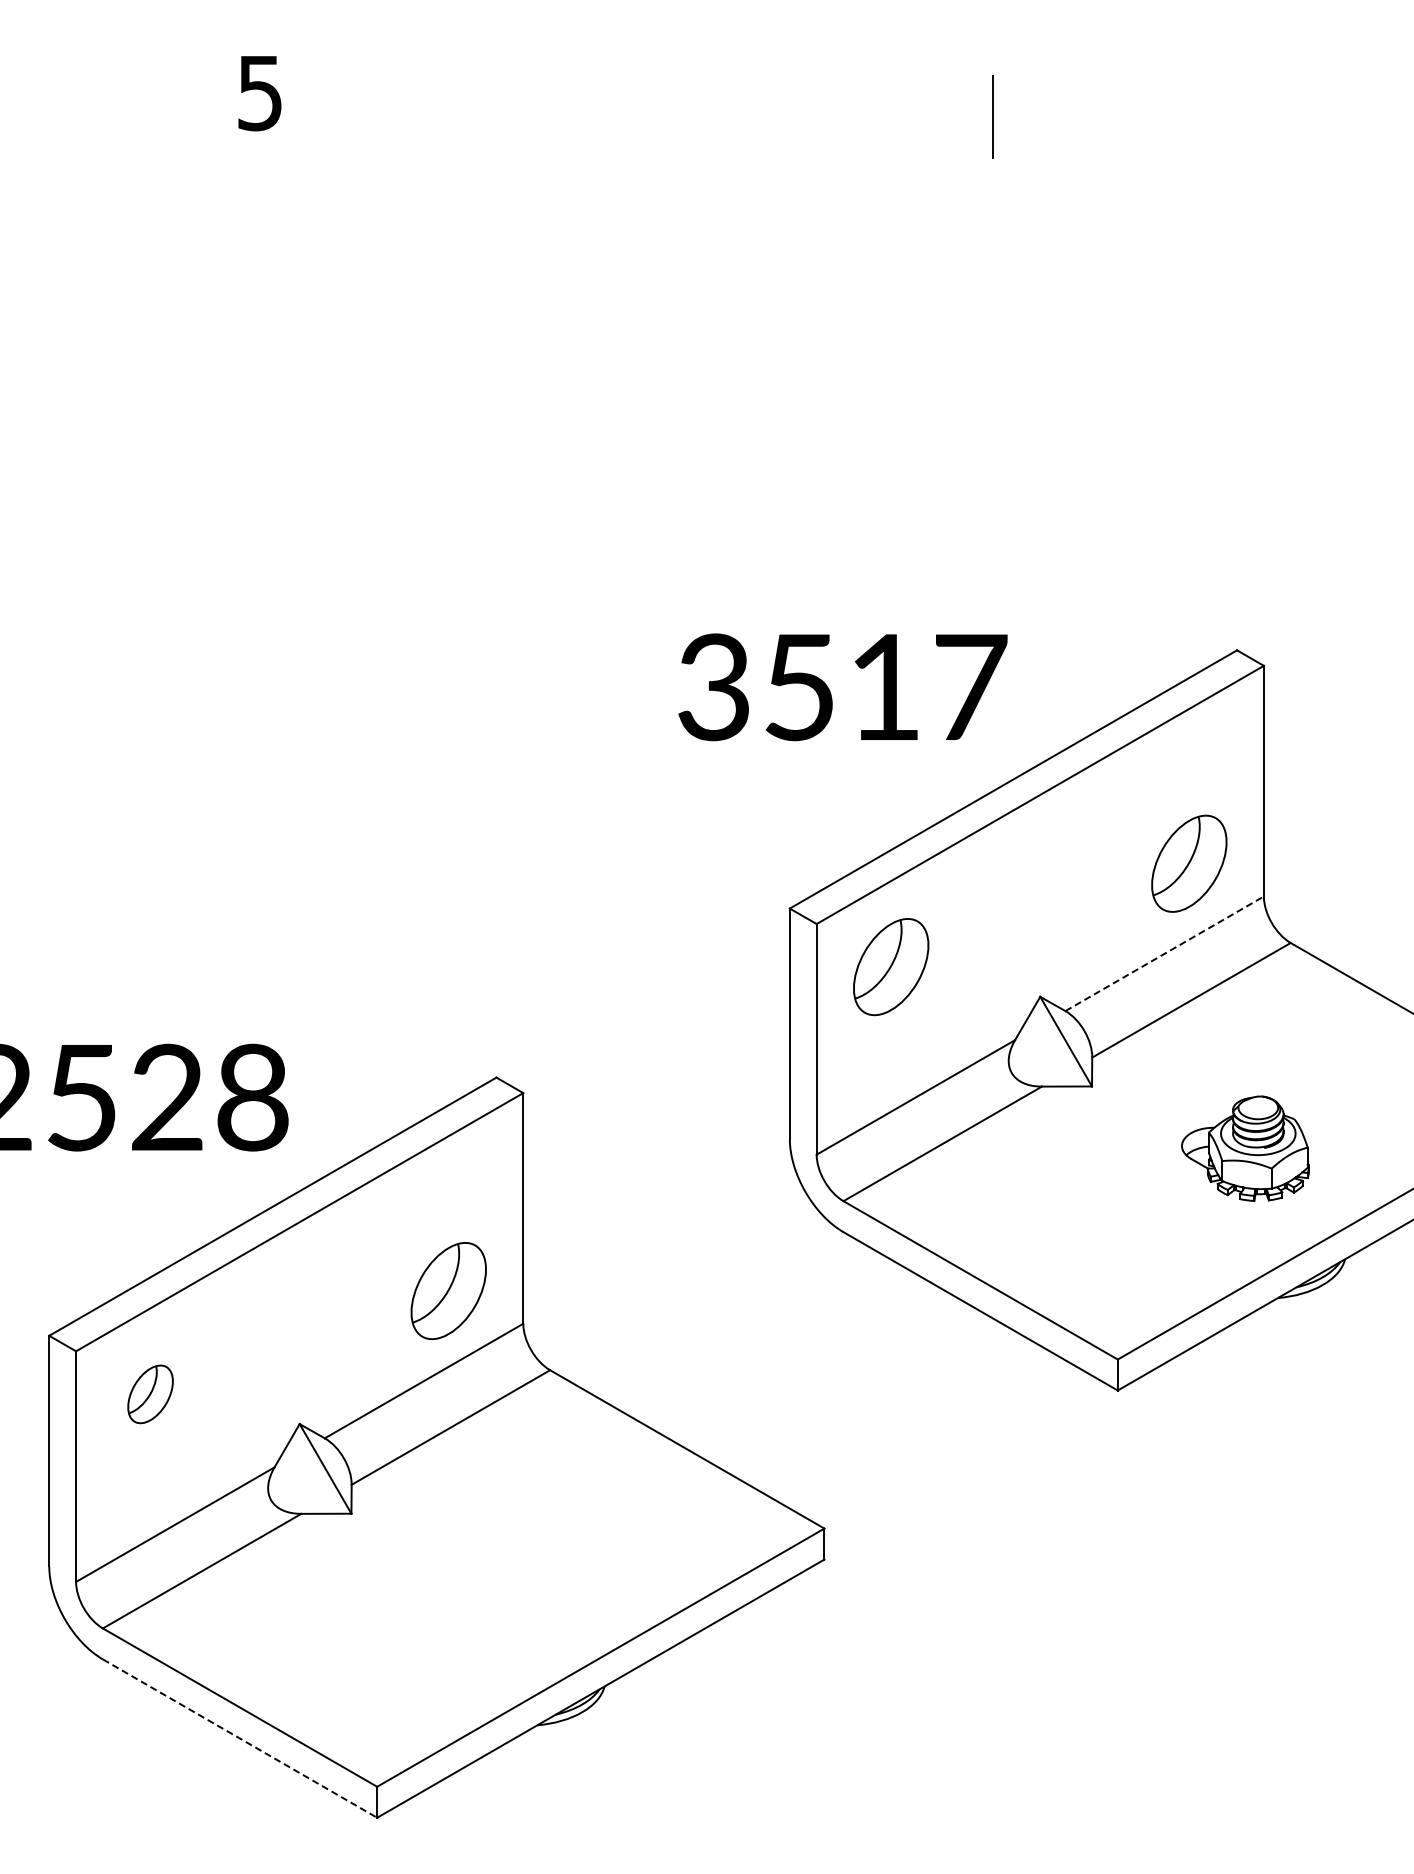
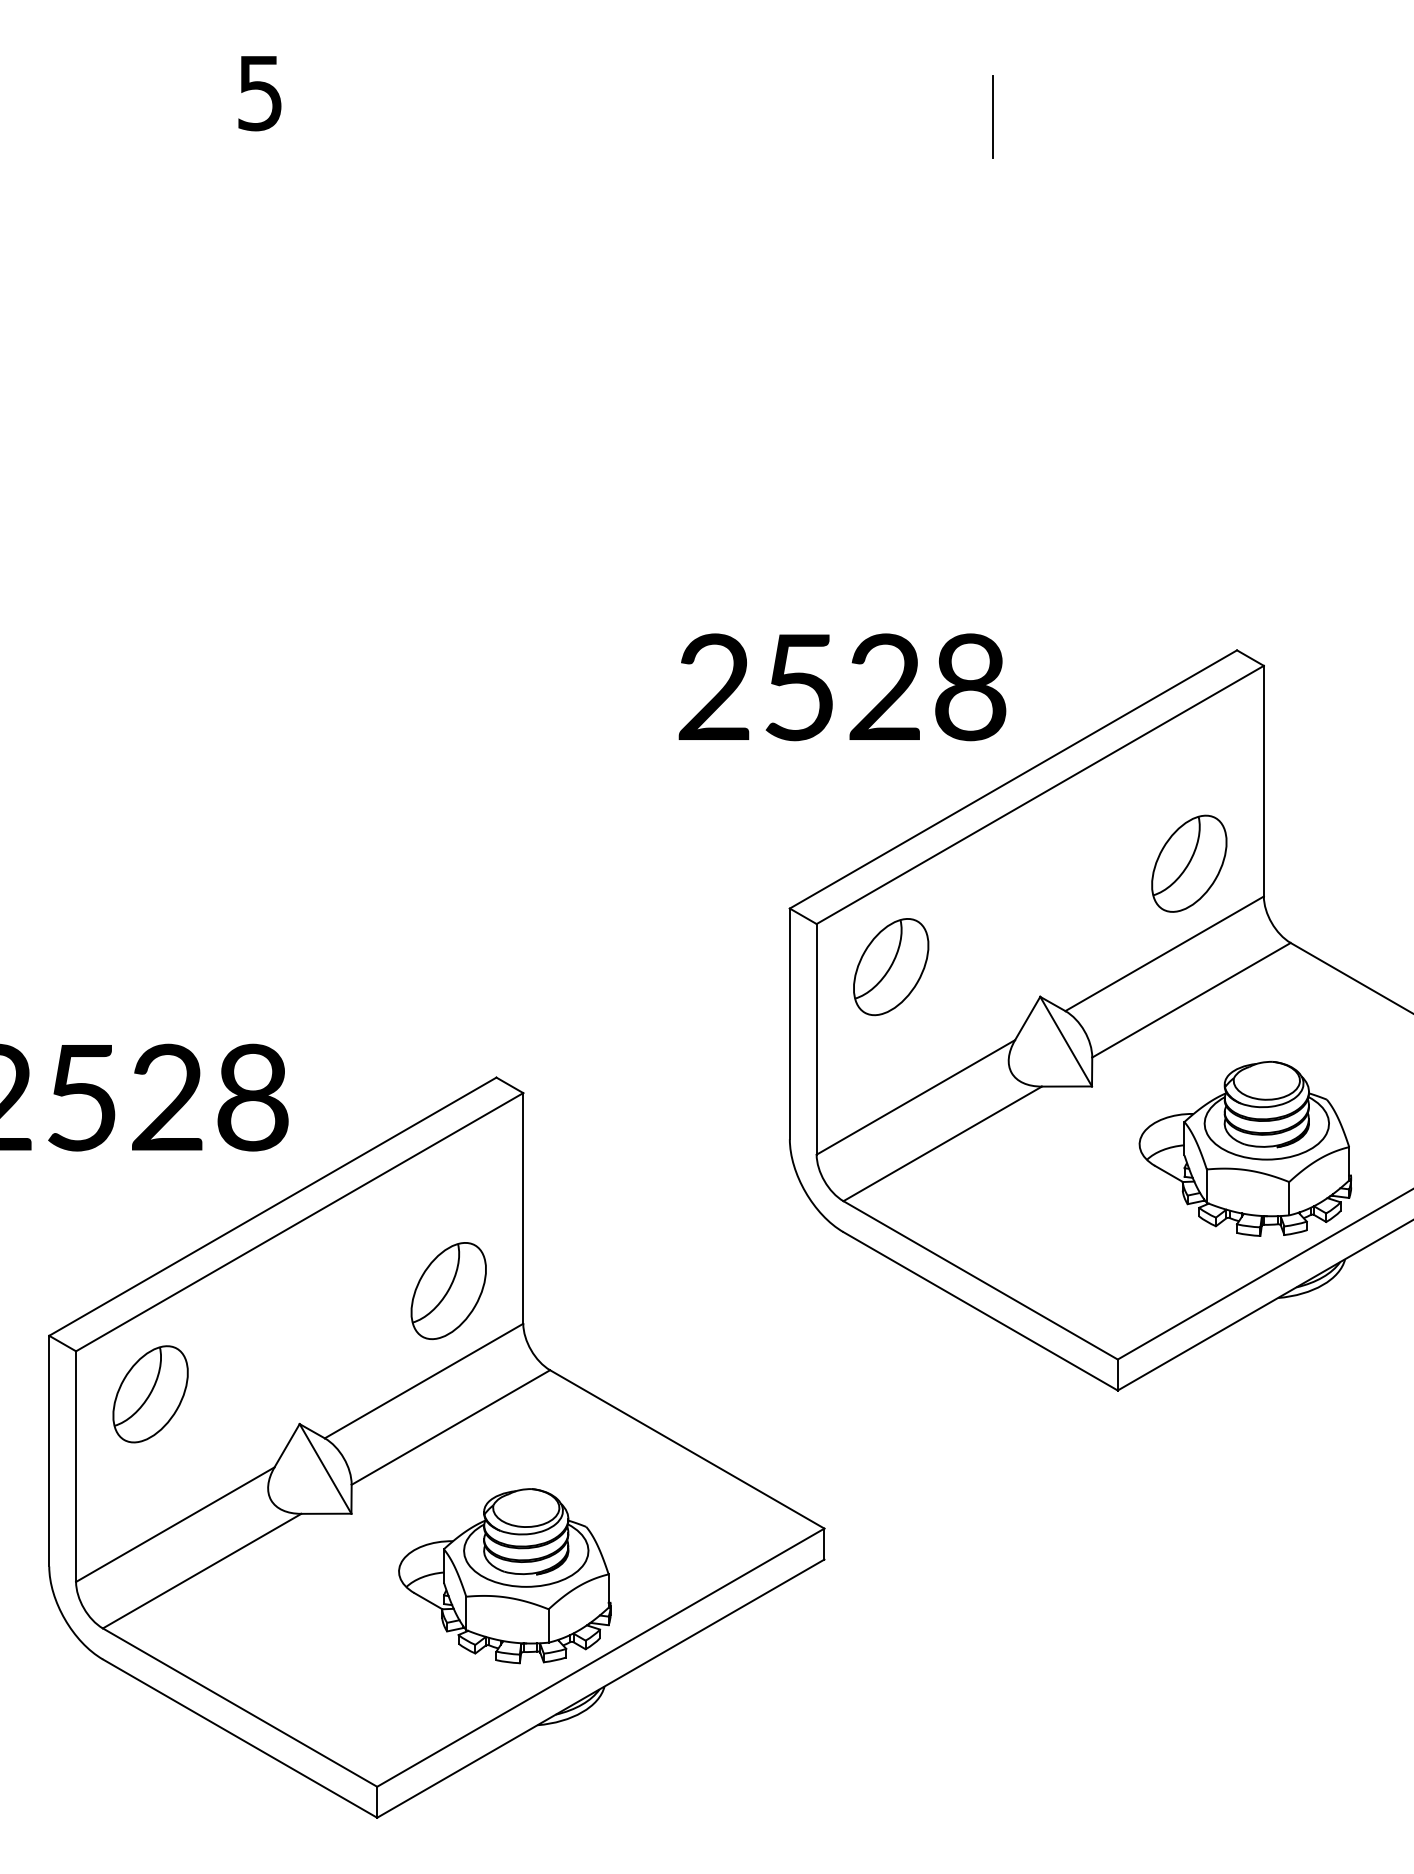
text at (842, 687): 3517 -> 2528
line at (1164, 953): dashed -> solid
part at (1245, 1148) size: 129x107 px -> 215x177 px
part at (150, 1394) size: 47x61 px -> 77x99 px
part at (504, 1576): none -> present
line at (240, 1738): dashed -> solid
